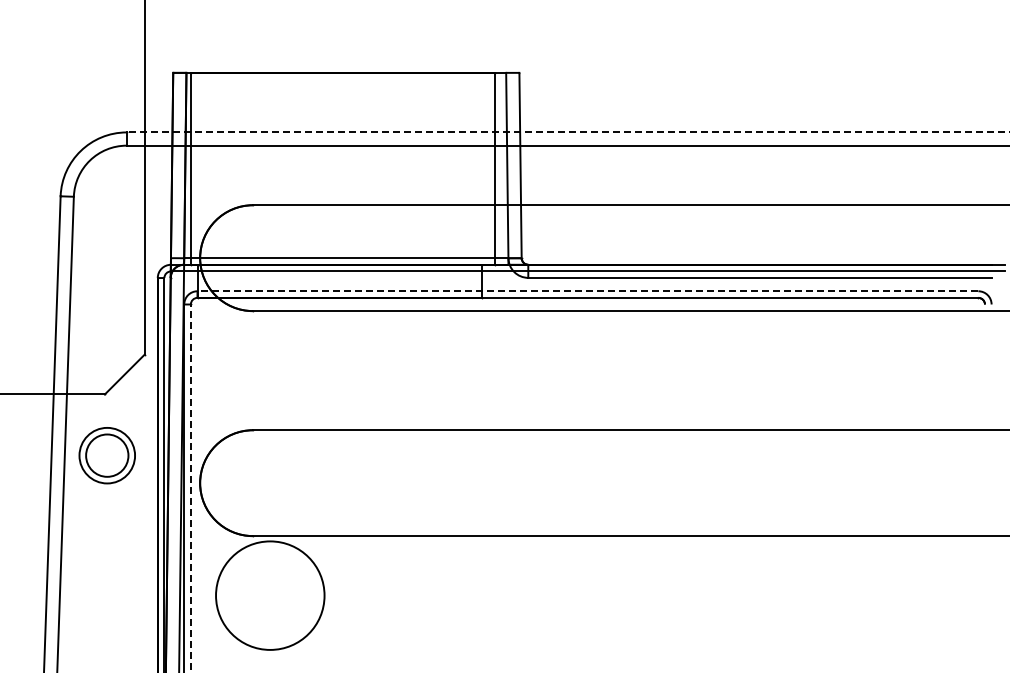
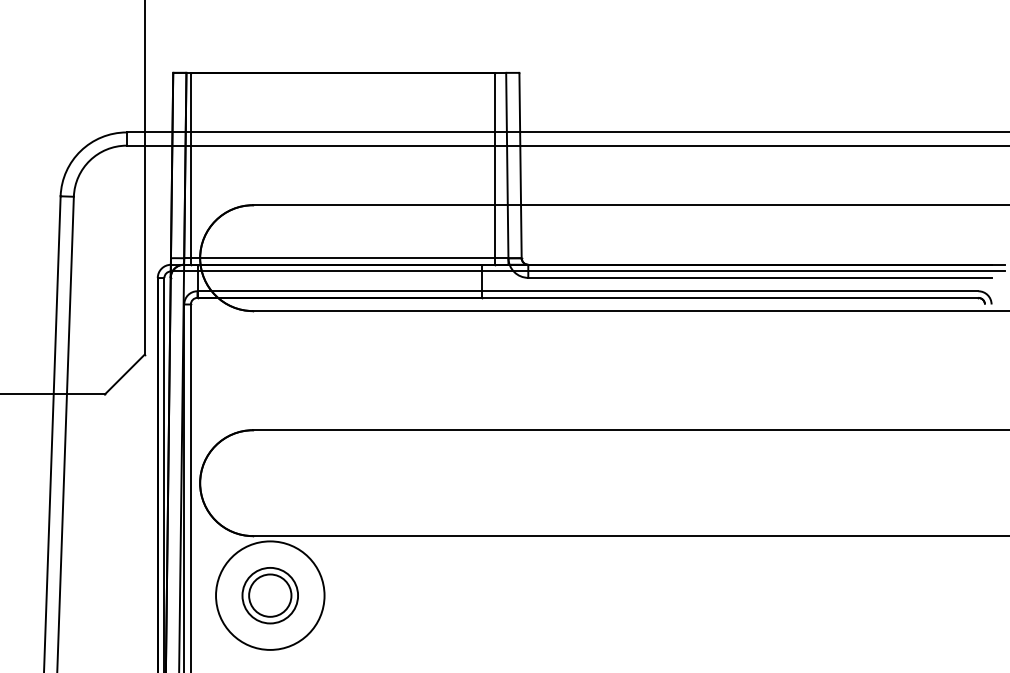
line at (567, 132): dashed -> solid
line at (587, 291): dashed -> solid
part at (106, 455) position: (106, 455) -> (269, 595)
line at (190, 488): dashed -> solid
